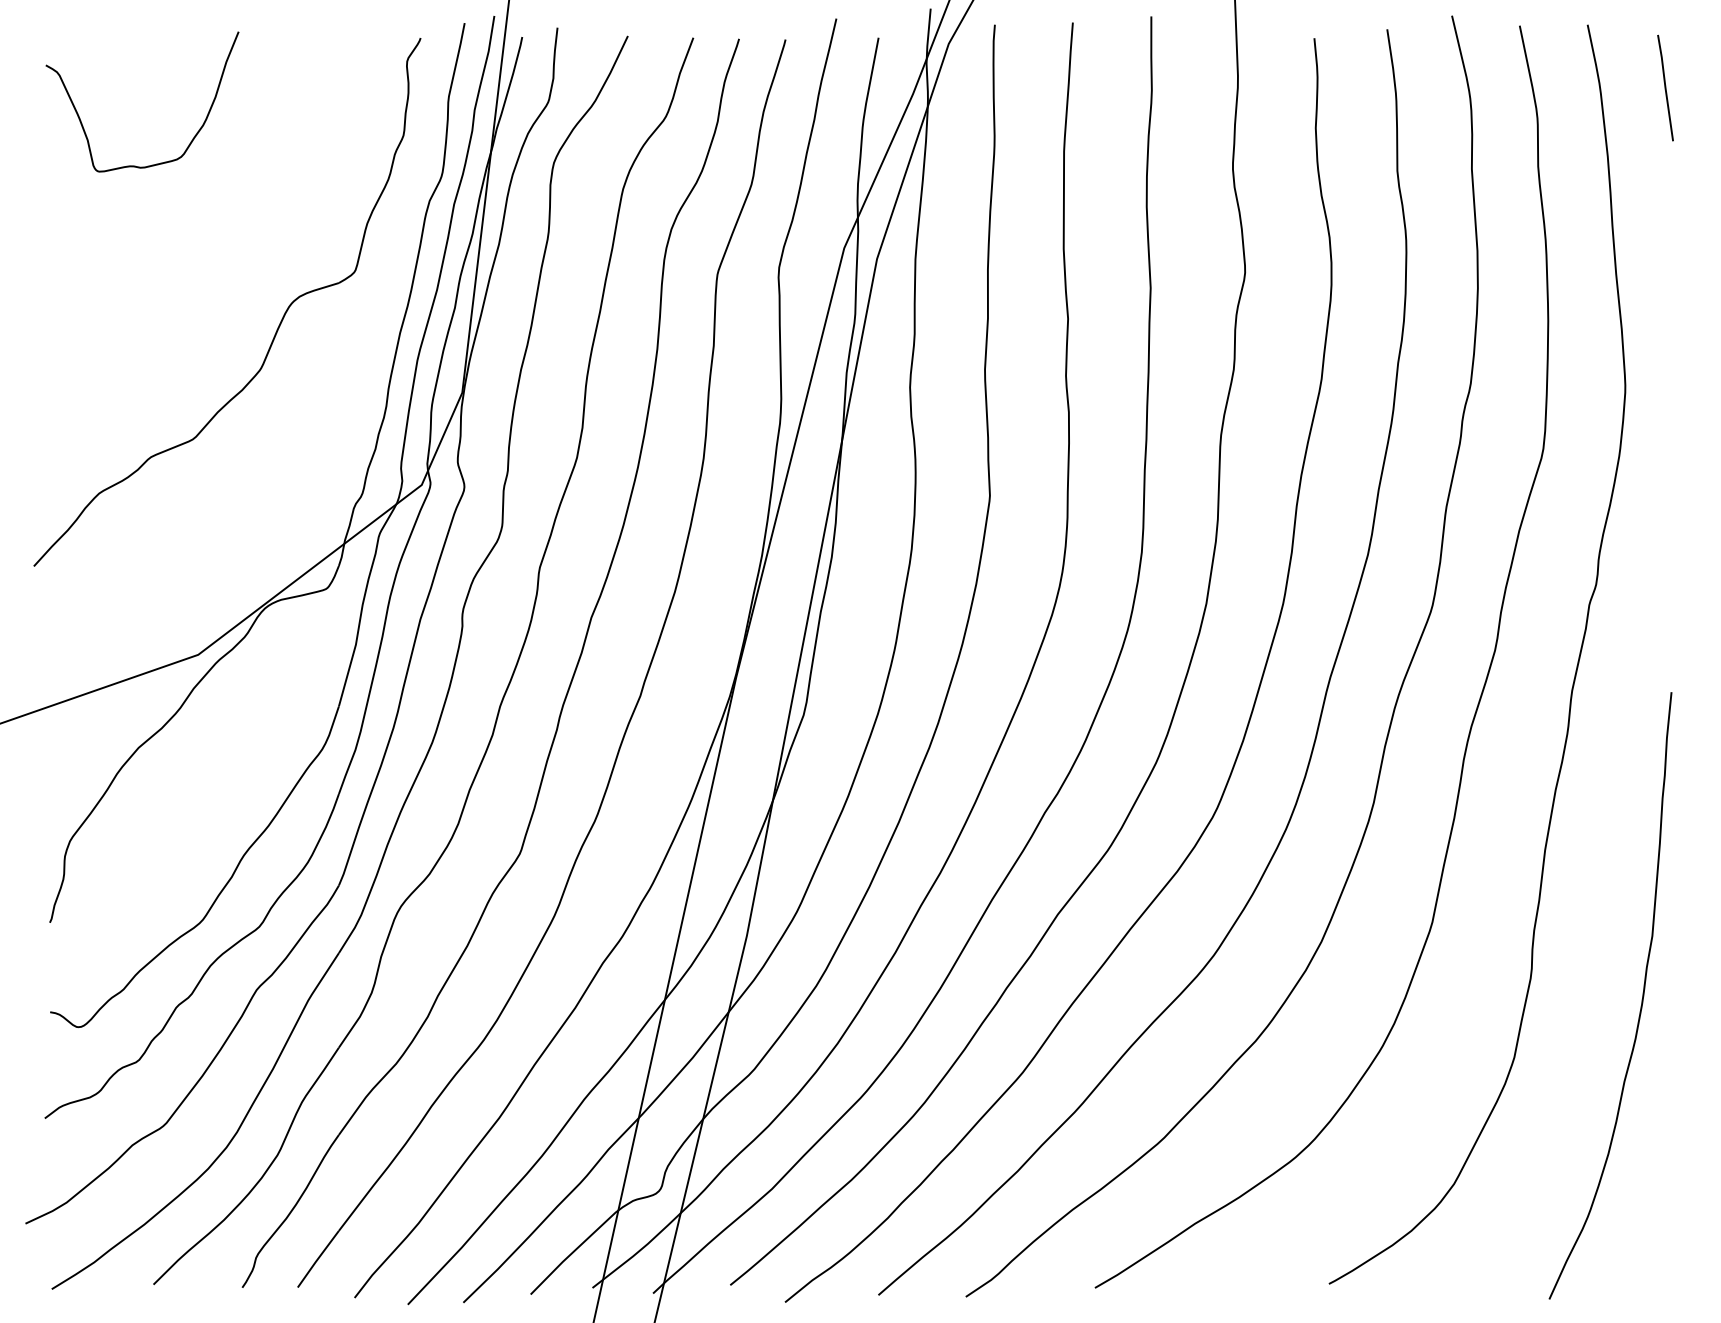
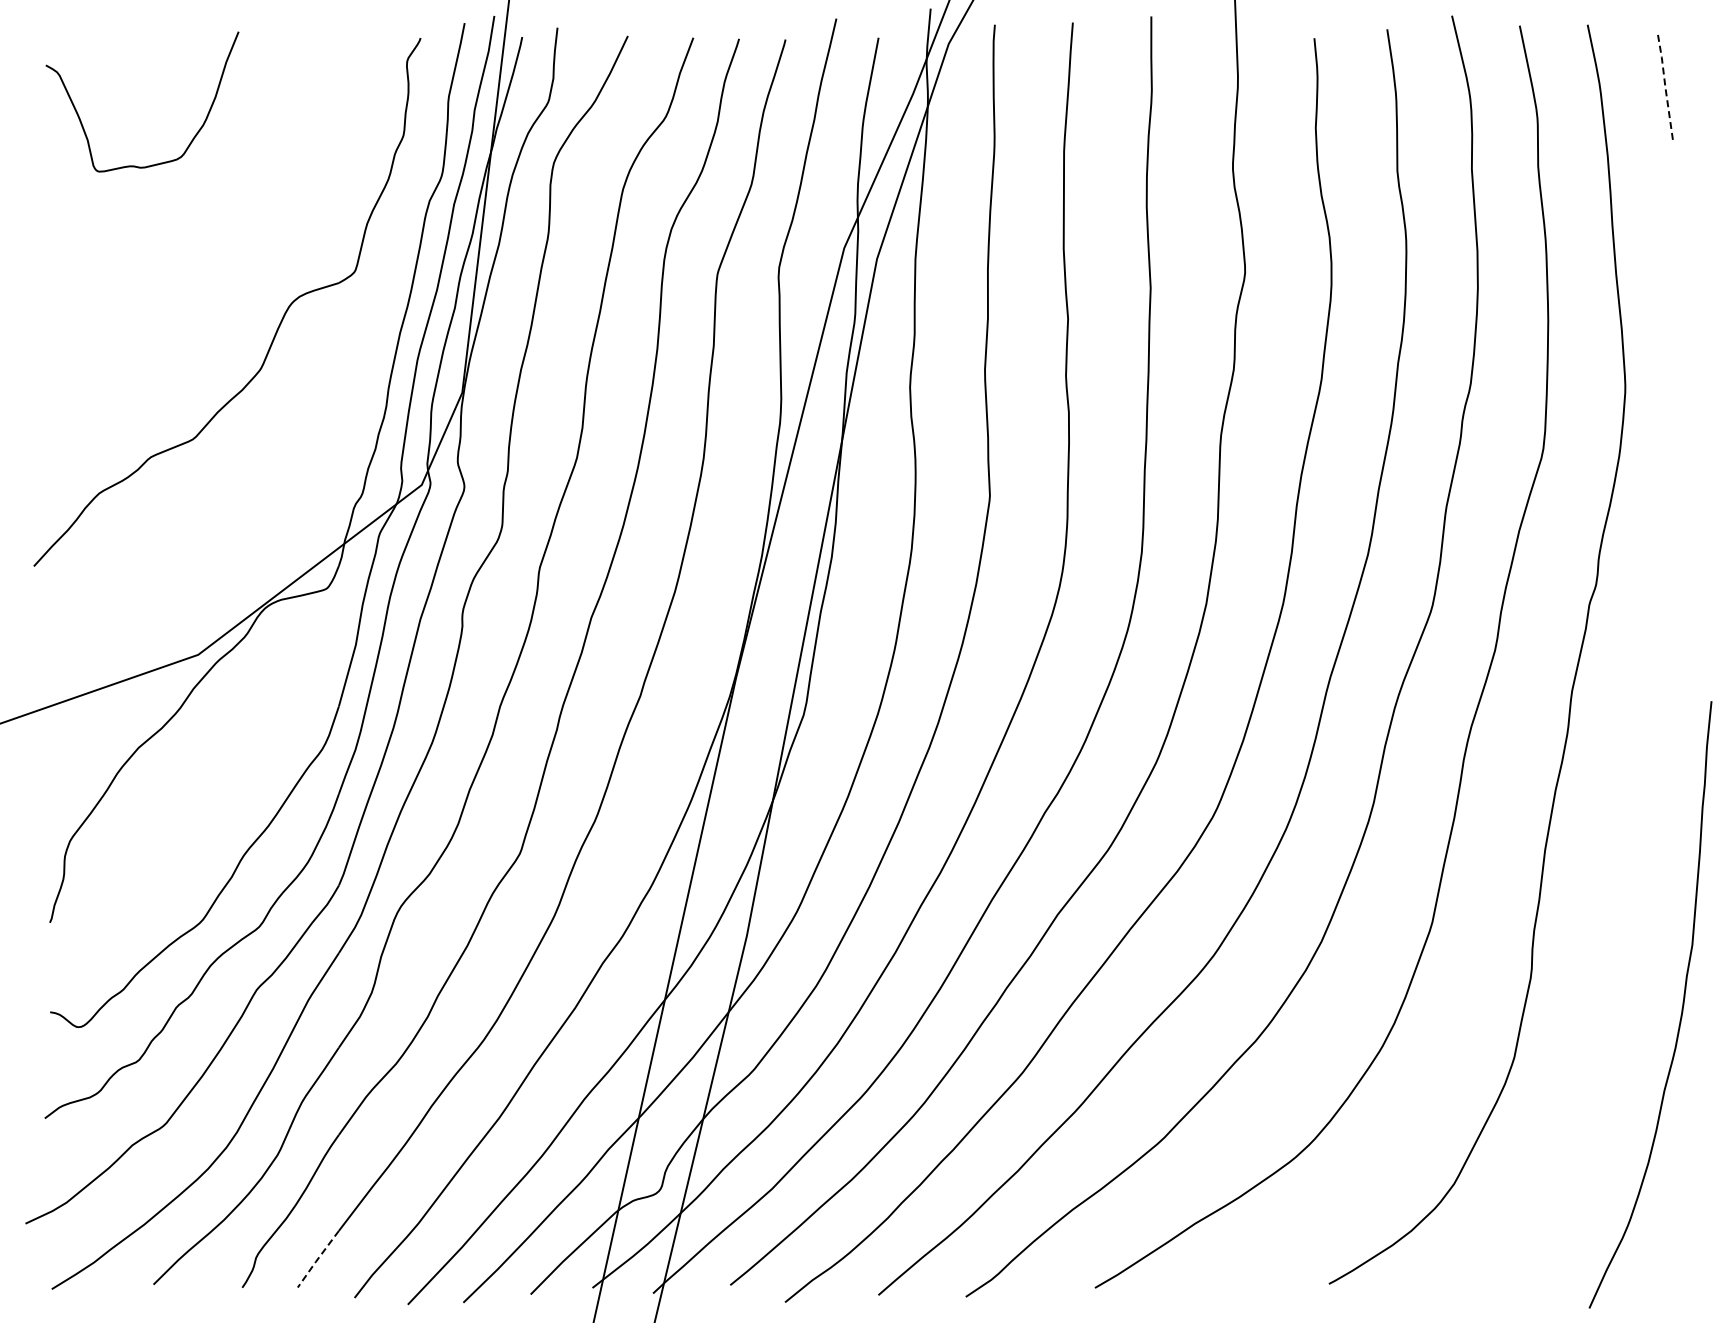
line at (1665, 87): solid -> dashed
curve at (1641, 999) position: (1641, 999) -> (1681, 1008)
line at (317, 1259): solid -> dashed
